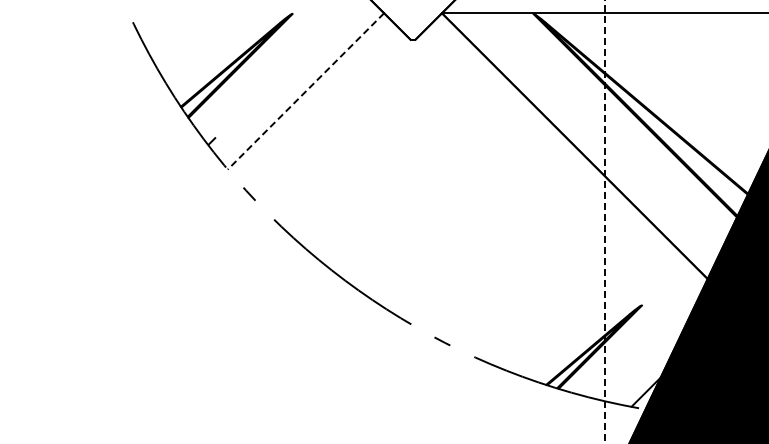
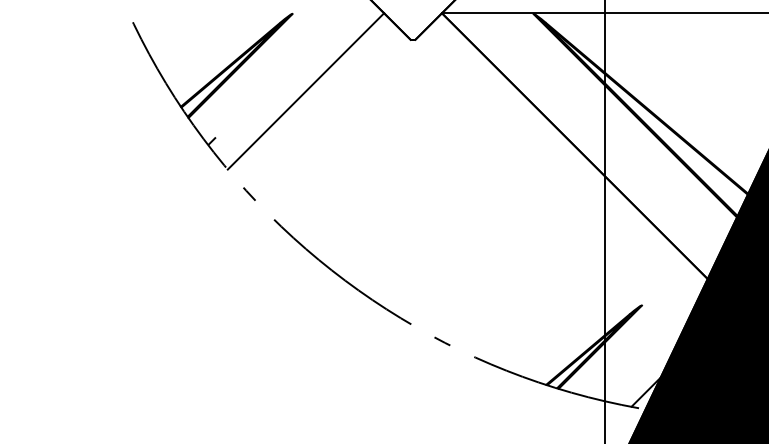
line at (305, 91): dashed -> solid
line at (605, 221): dashed -> solid
